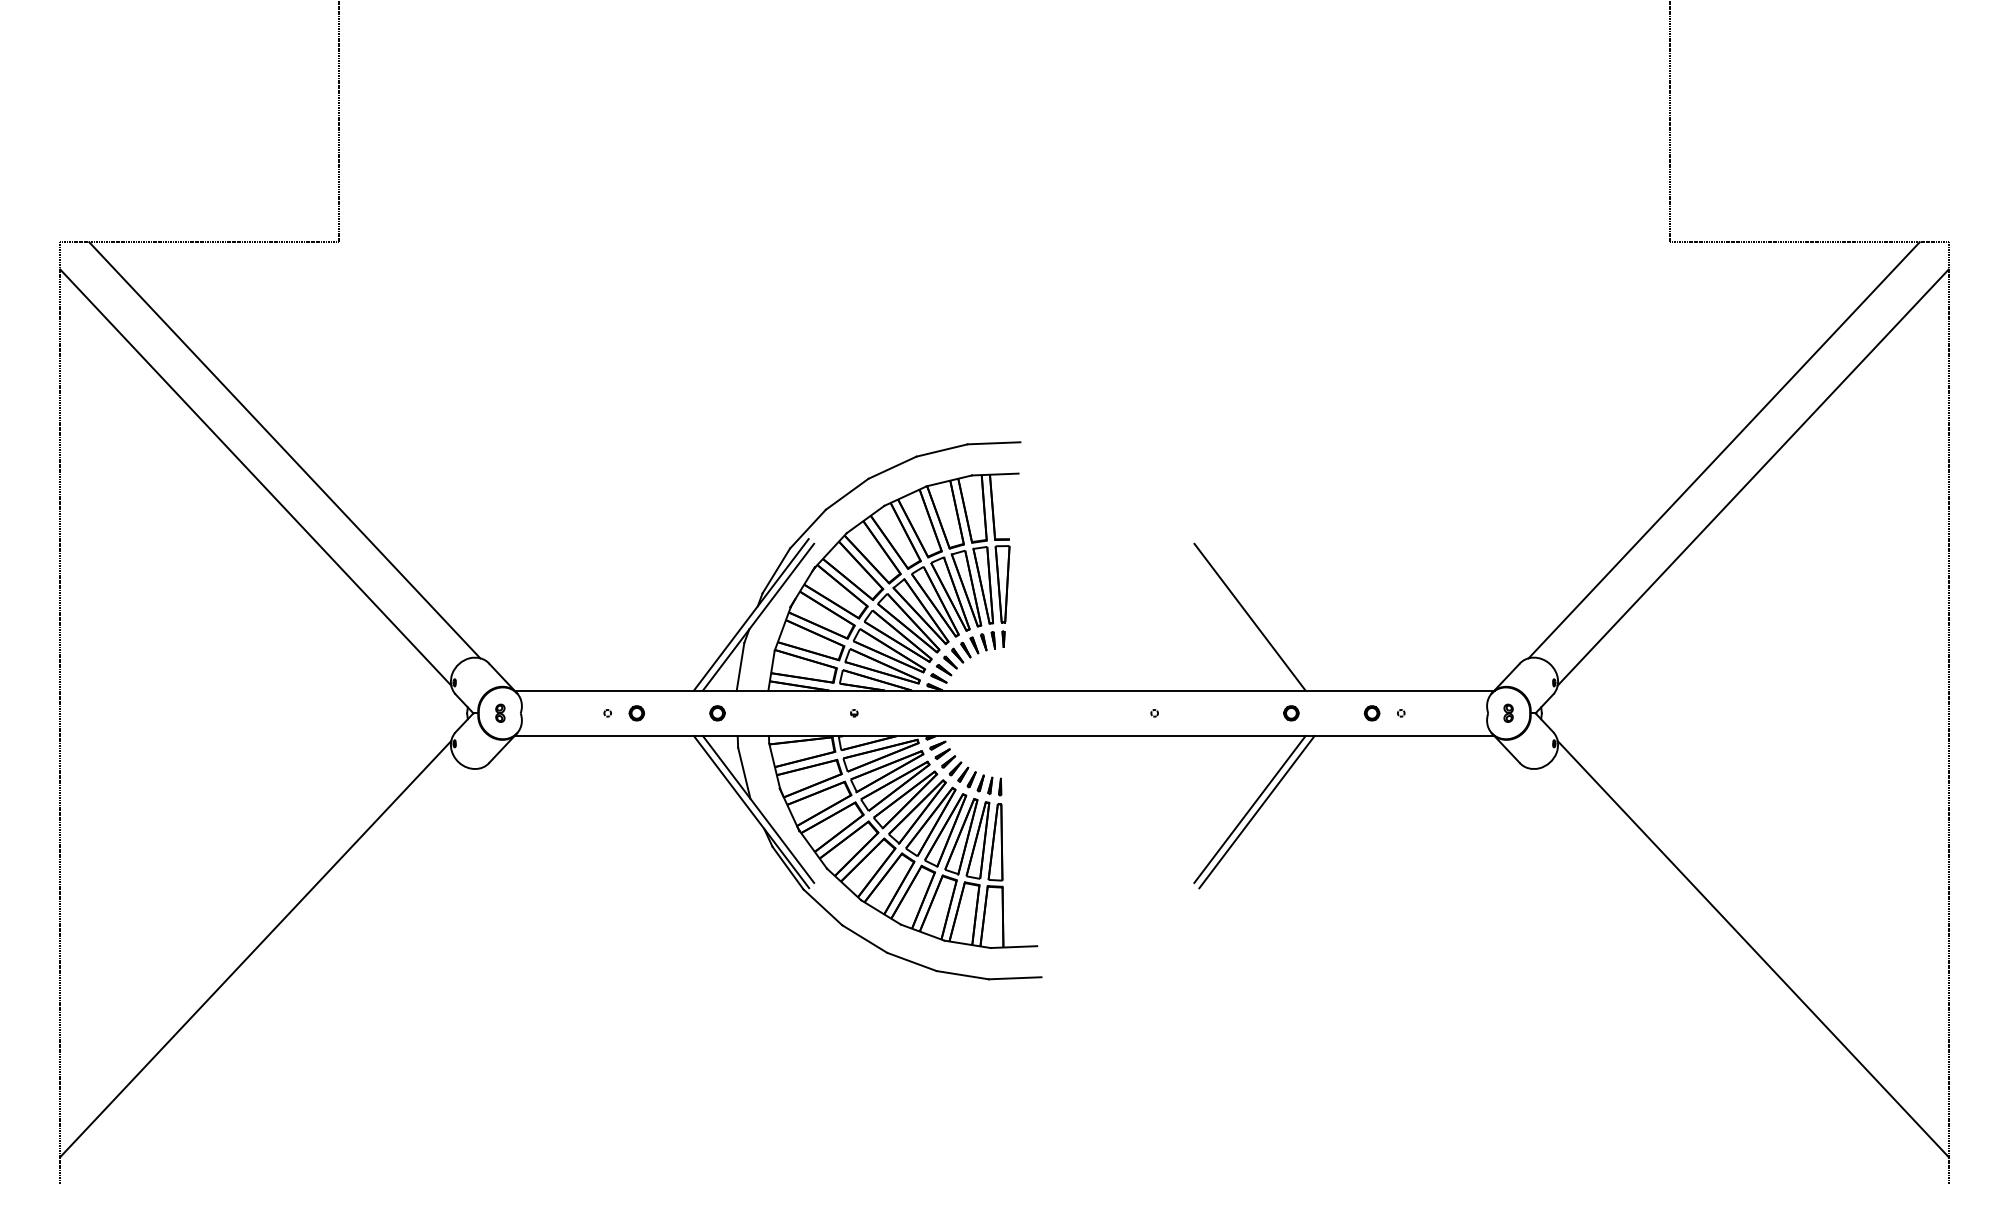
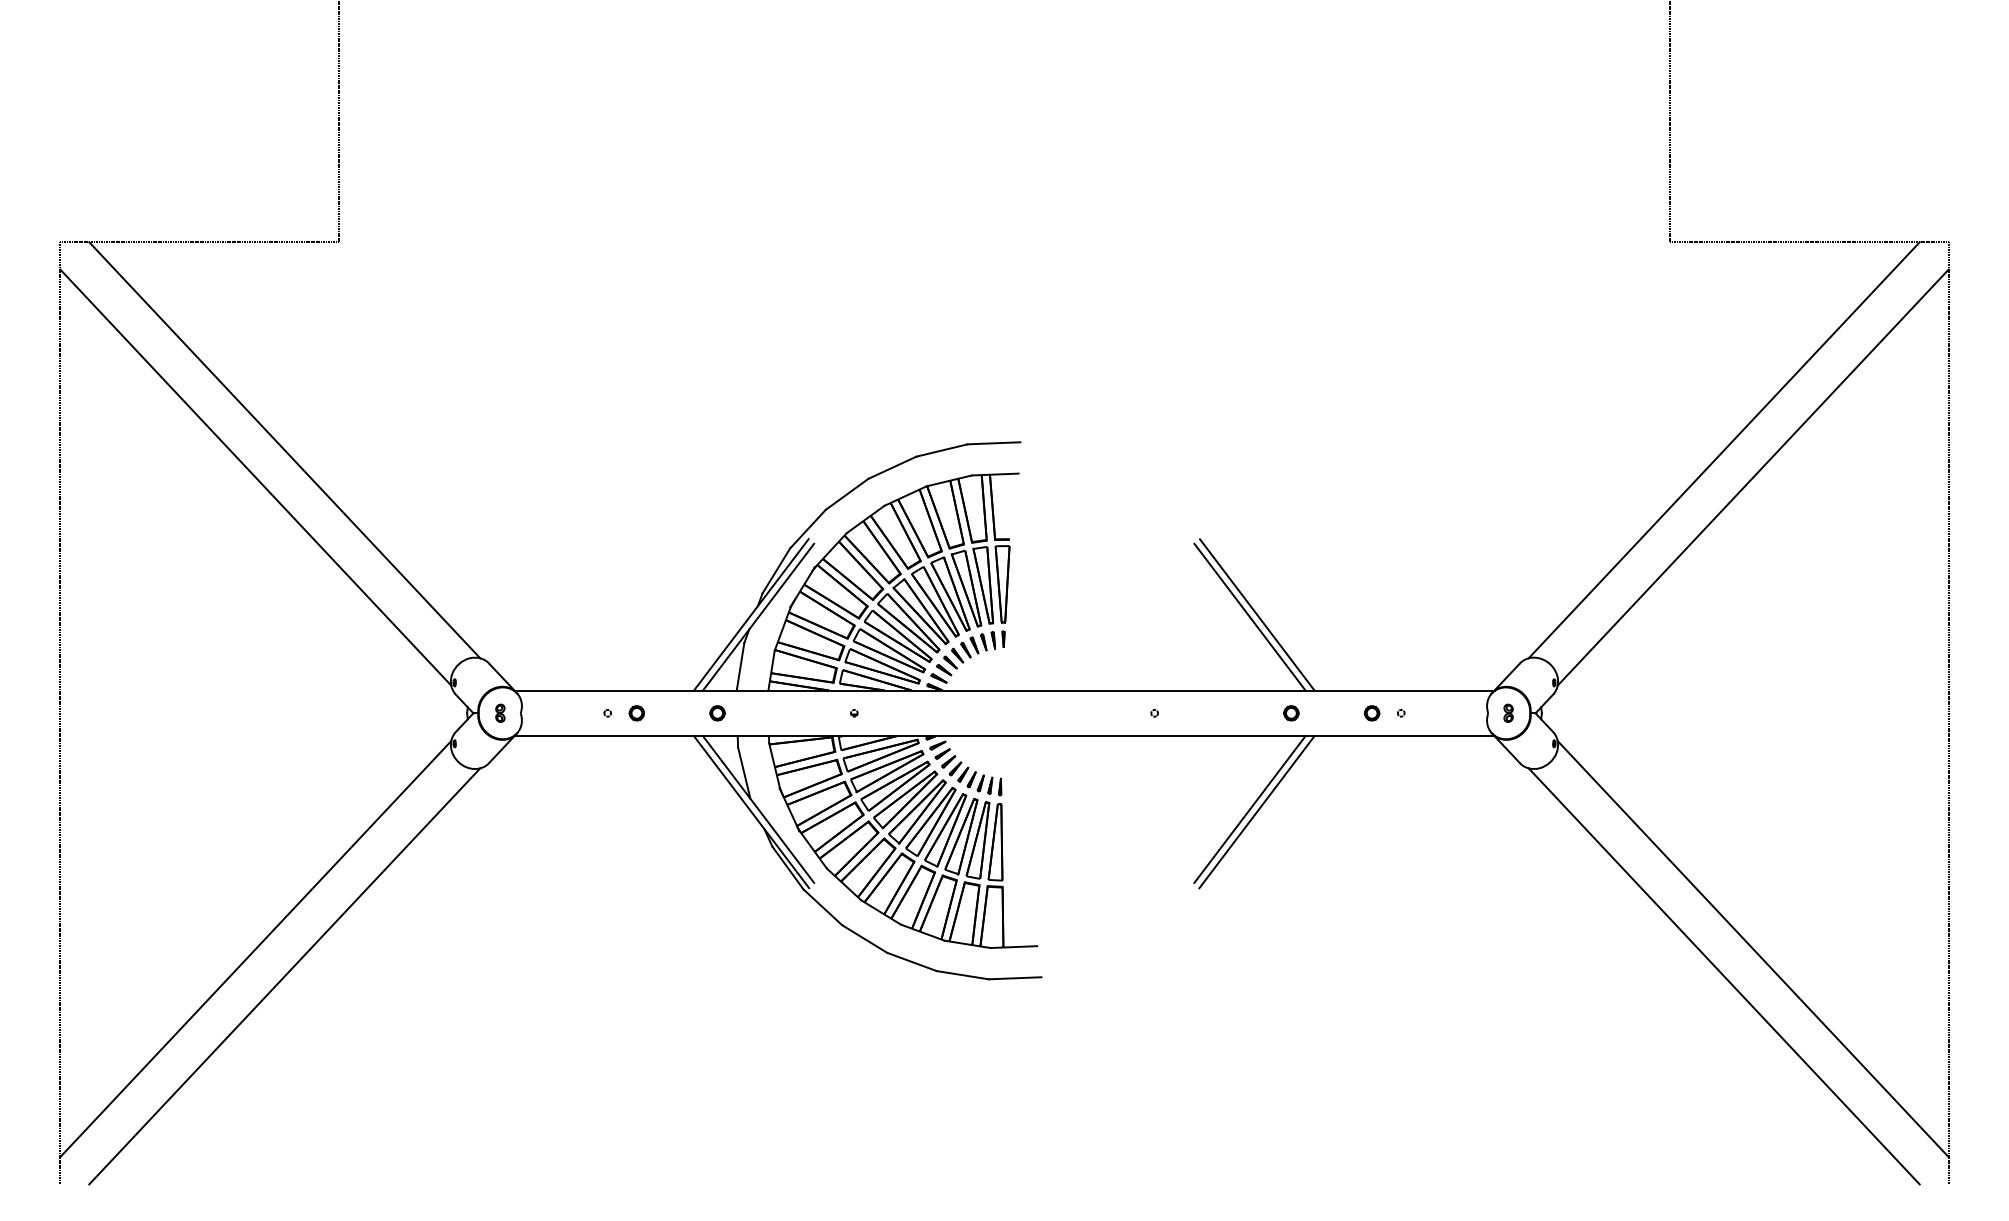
line at (1257, 614): none -> present
line at (284, 976): none -> present
line at (1723, 976): none -> present
